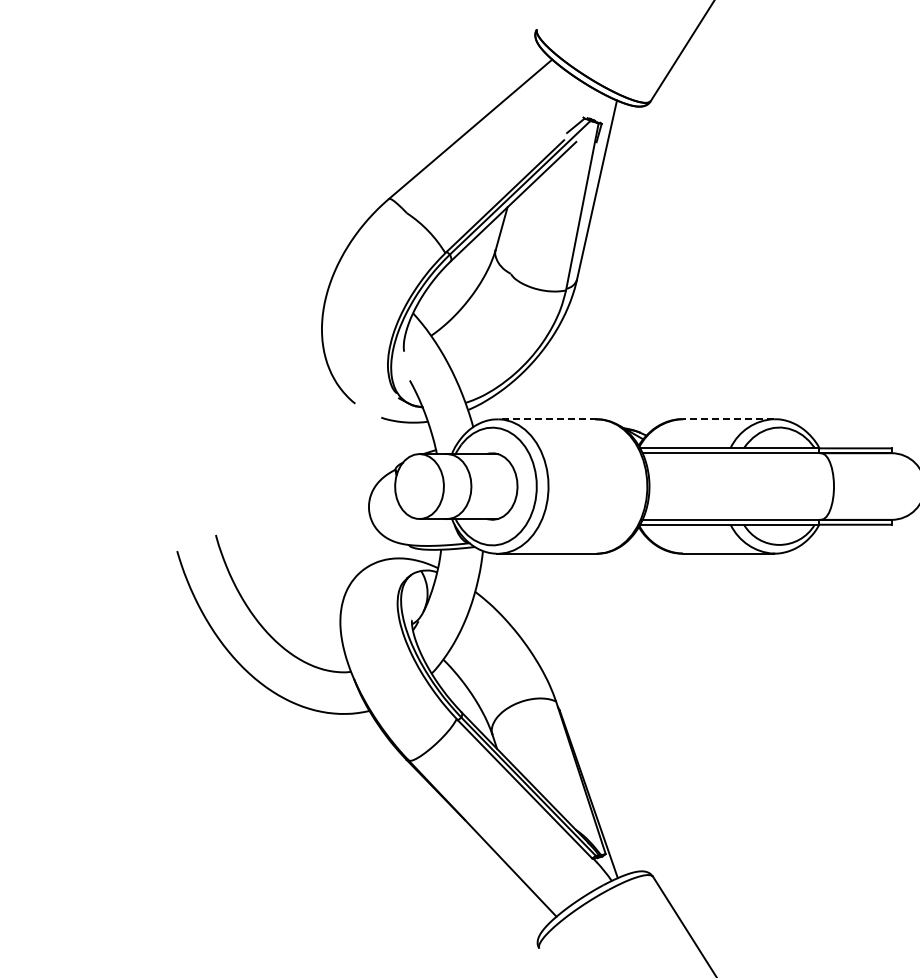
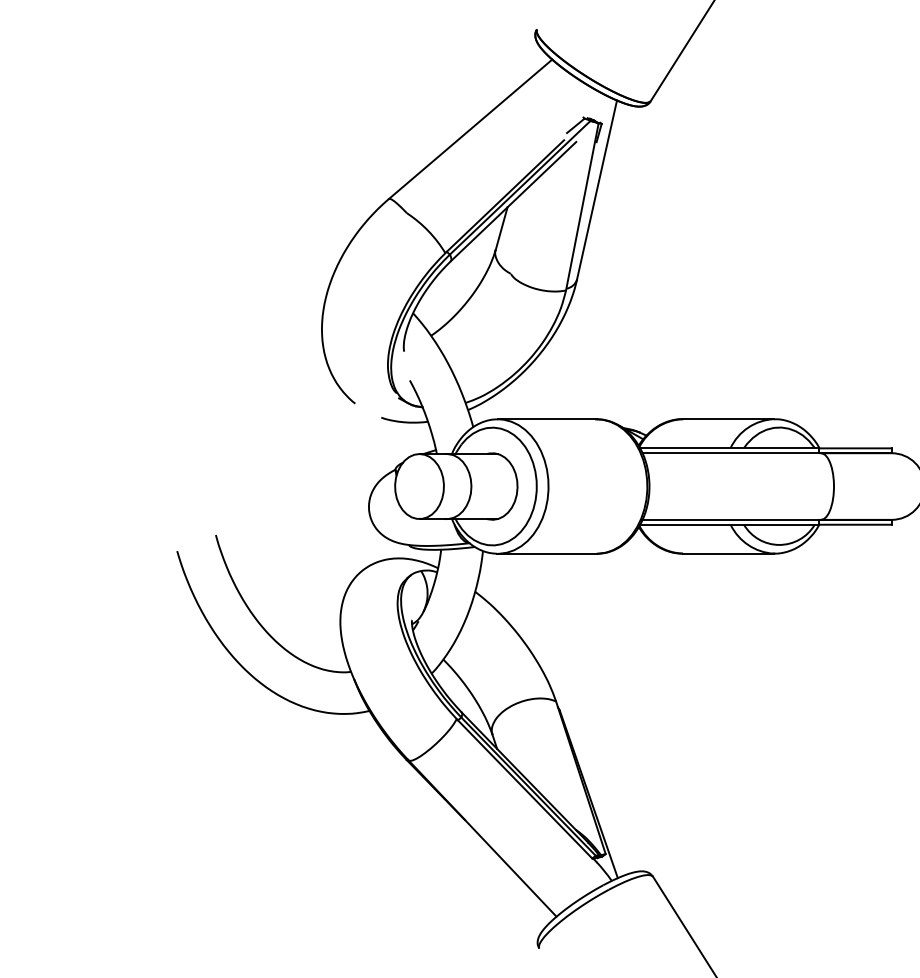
line at (546, 419): dashed -> solid
line at (728, 419): dashed -> solid
